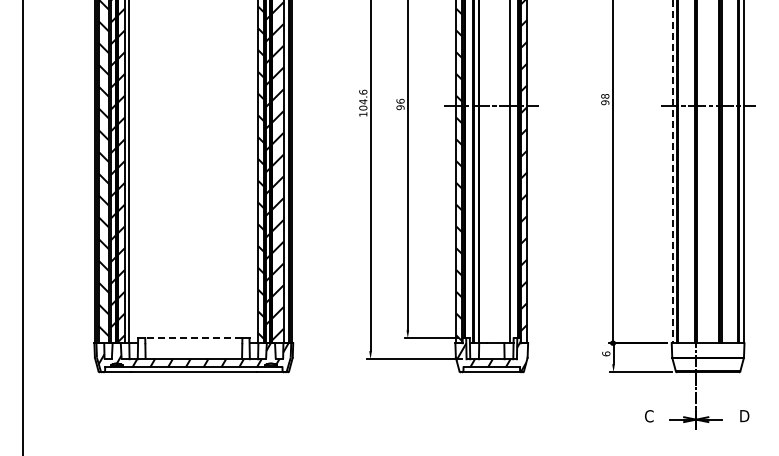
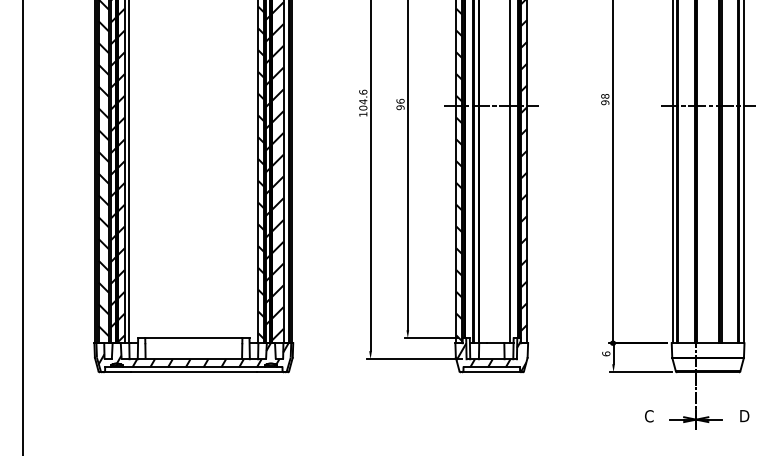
line at (672, 172): dashed -> solid
line at (193, 338): dashed -> solid
